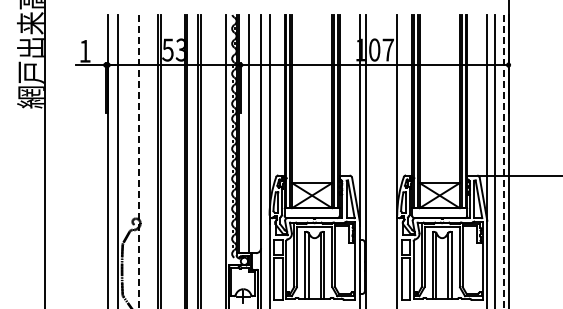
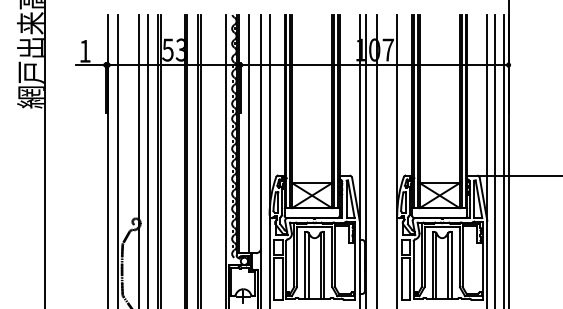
line at (147, 160): none -> present
line at (377, 160): none -> present
line at (503, 161): dashed -> solid
line at (139, 162): dashed -> solid
